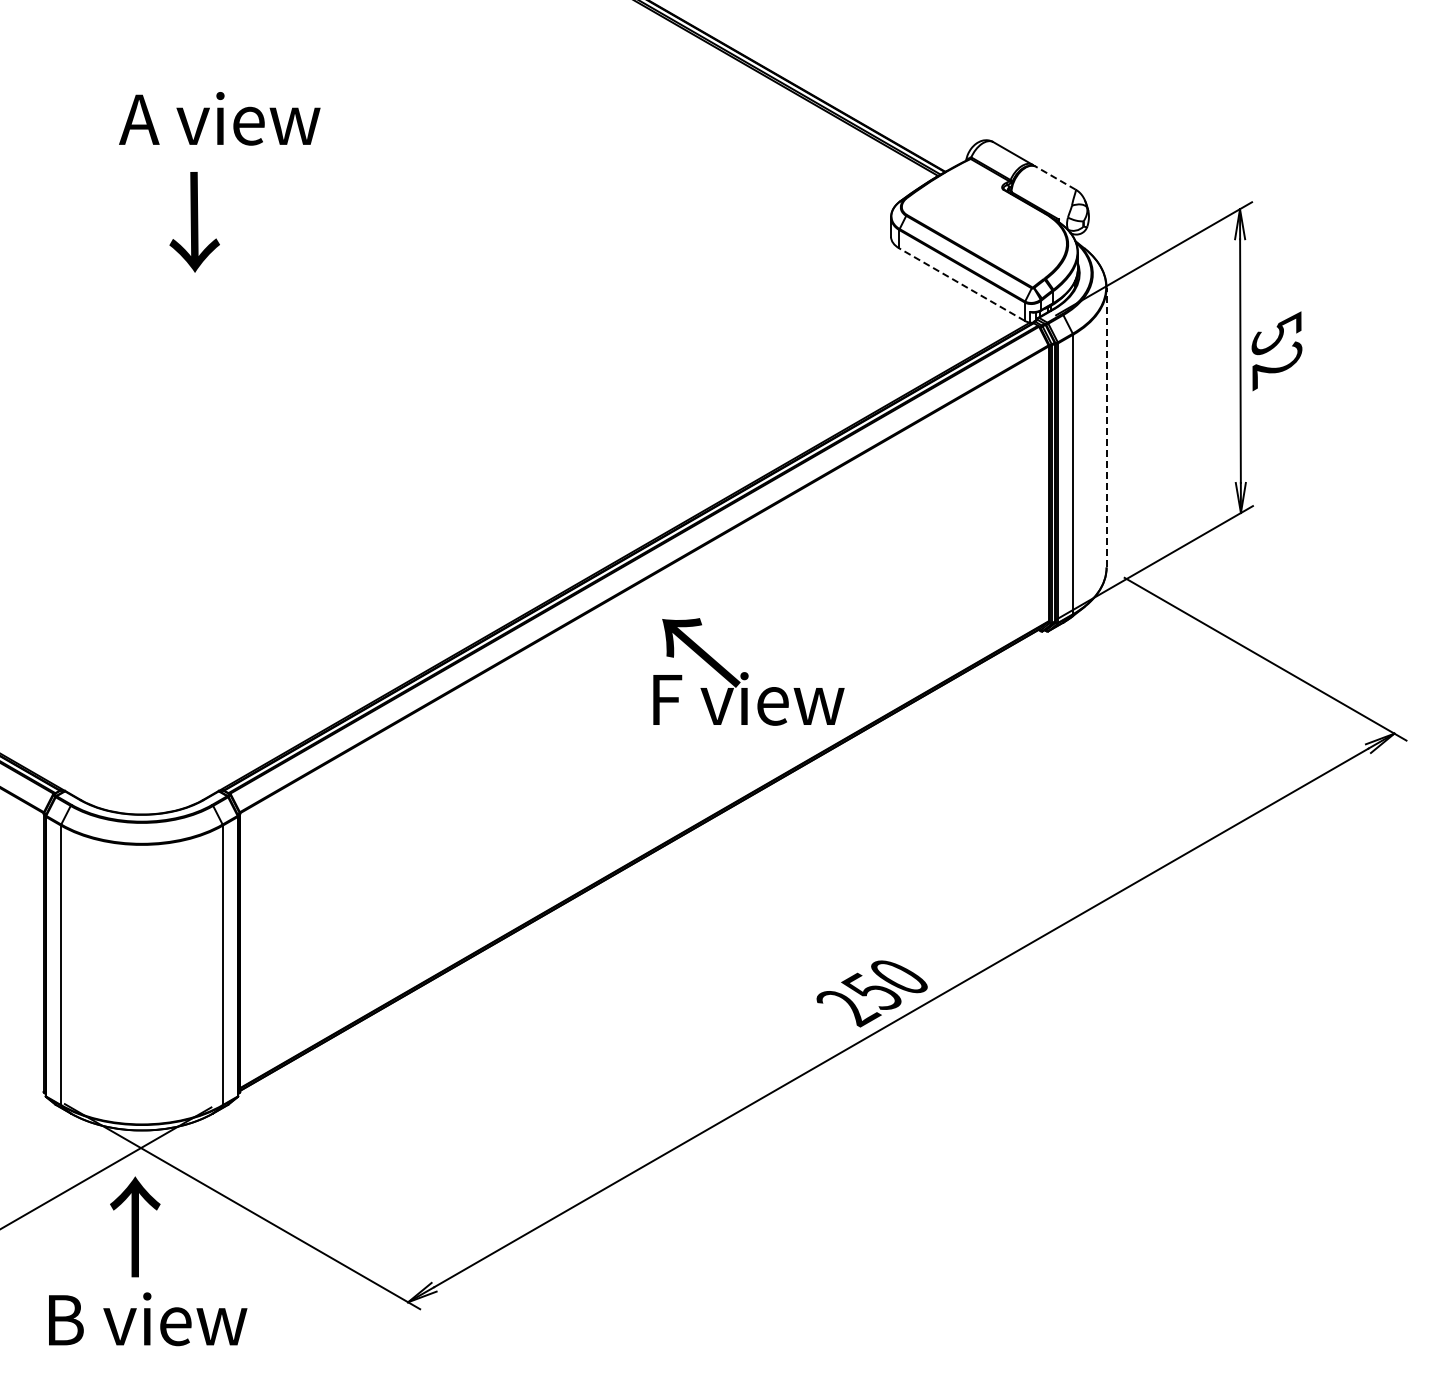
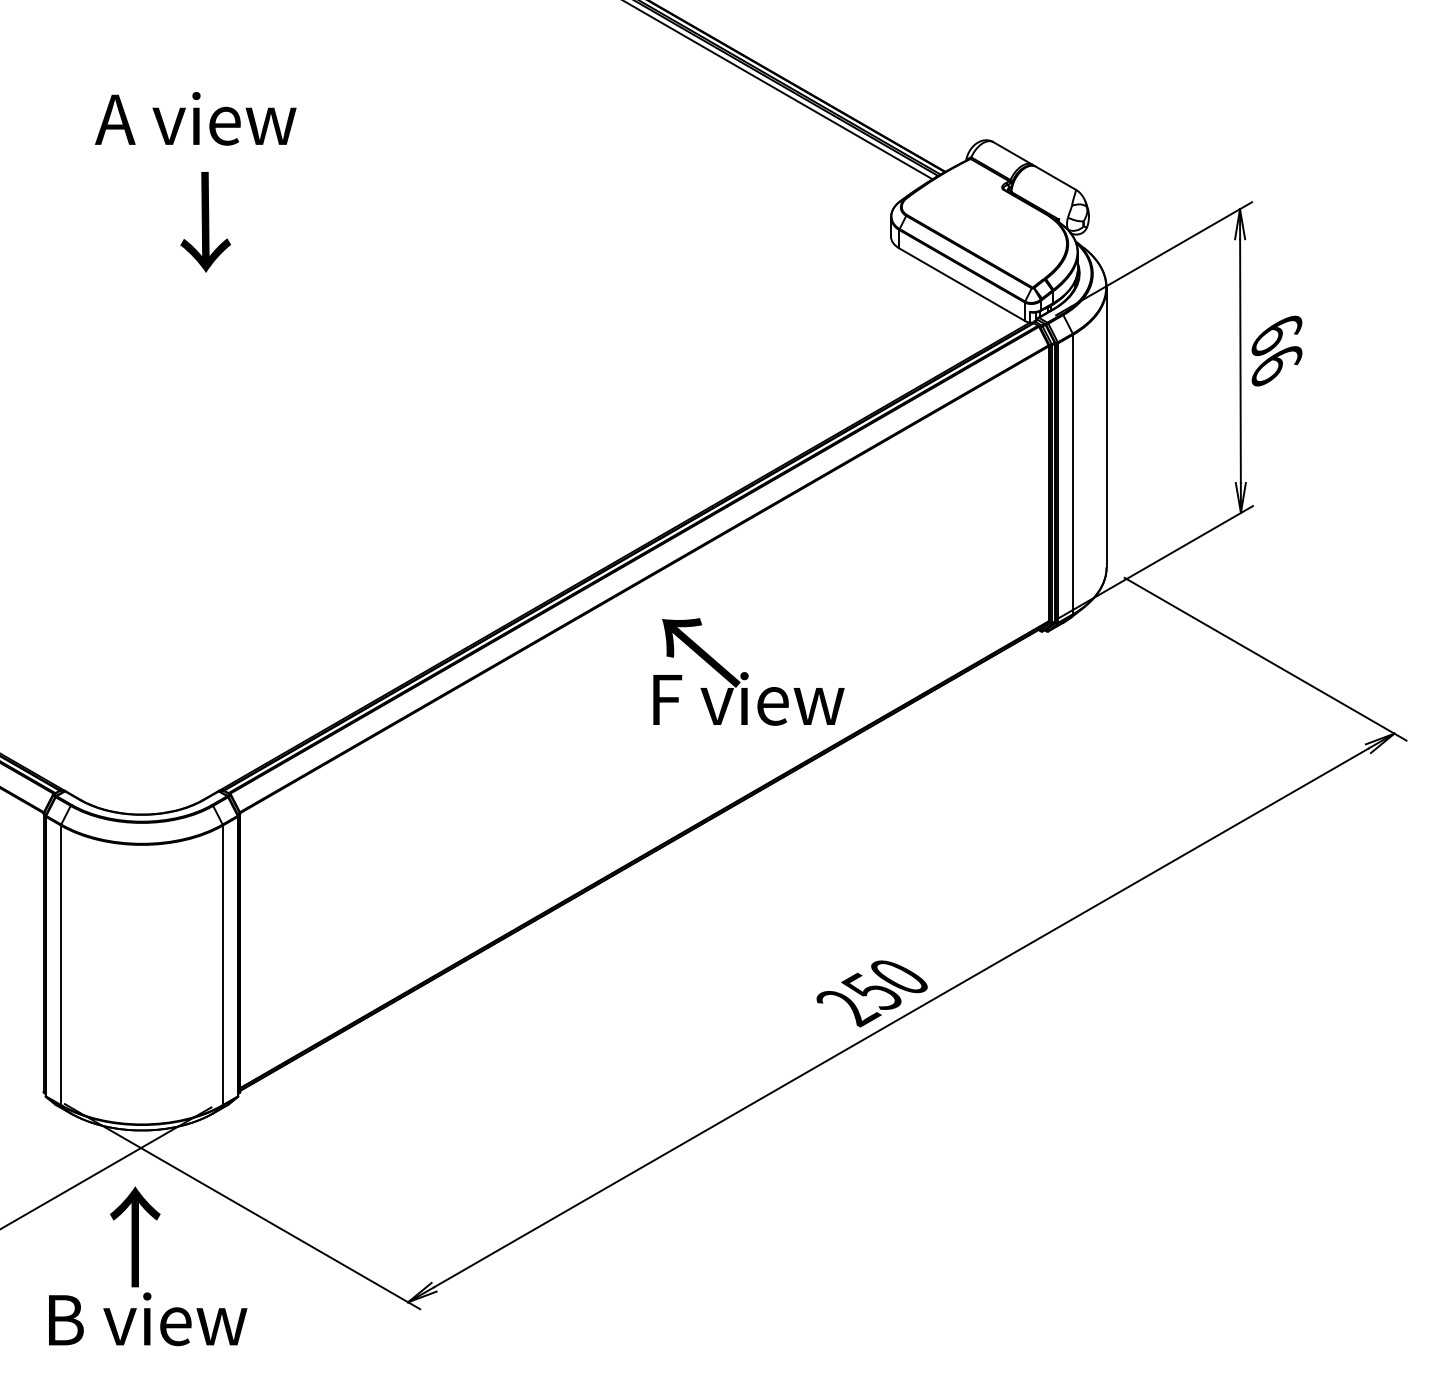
line at (778, 90): none -> present
text at (219, 118) position: (219, 118) -> (195, 118)
line at (1055, 177): dashed -> solid
text at (194, 222) position: (194, 222) -> (205, 222)
line at (961, 284): dashed -> solid
text at (1276, 351): 52 -> 66
line at (1106, 427): dashed -> solid
text at (135, 1226) position: (135, 1226) -> (135, 1236)
